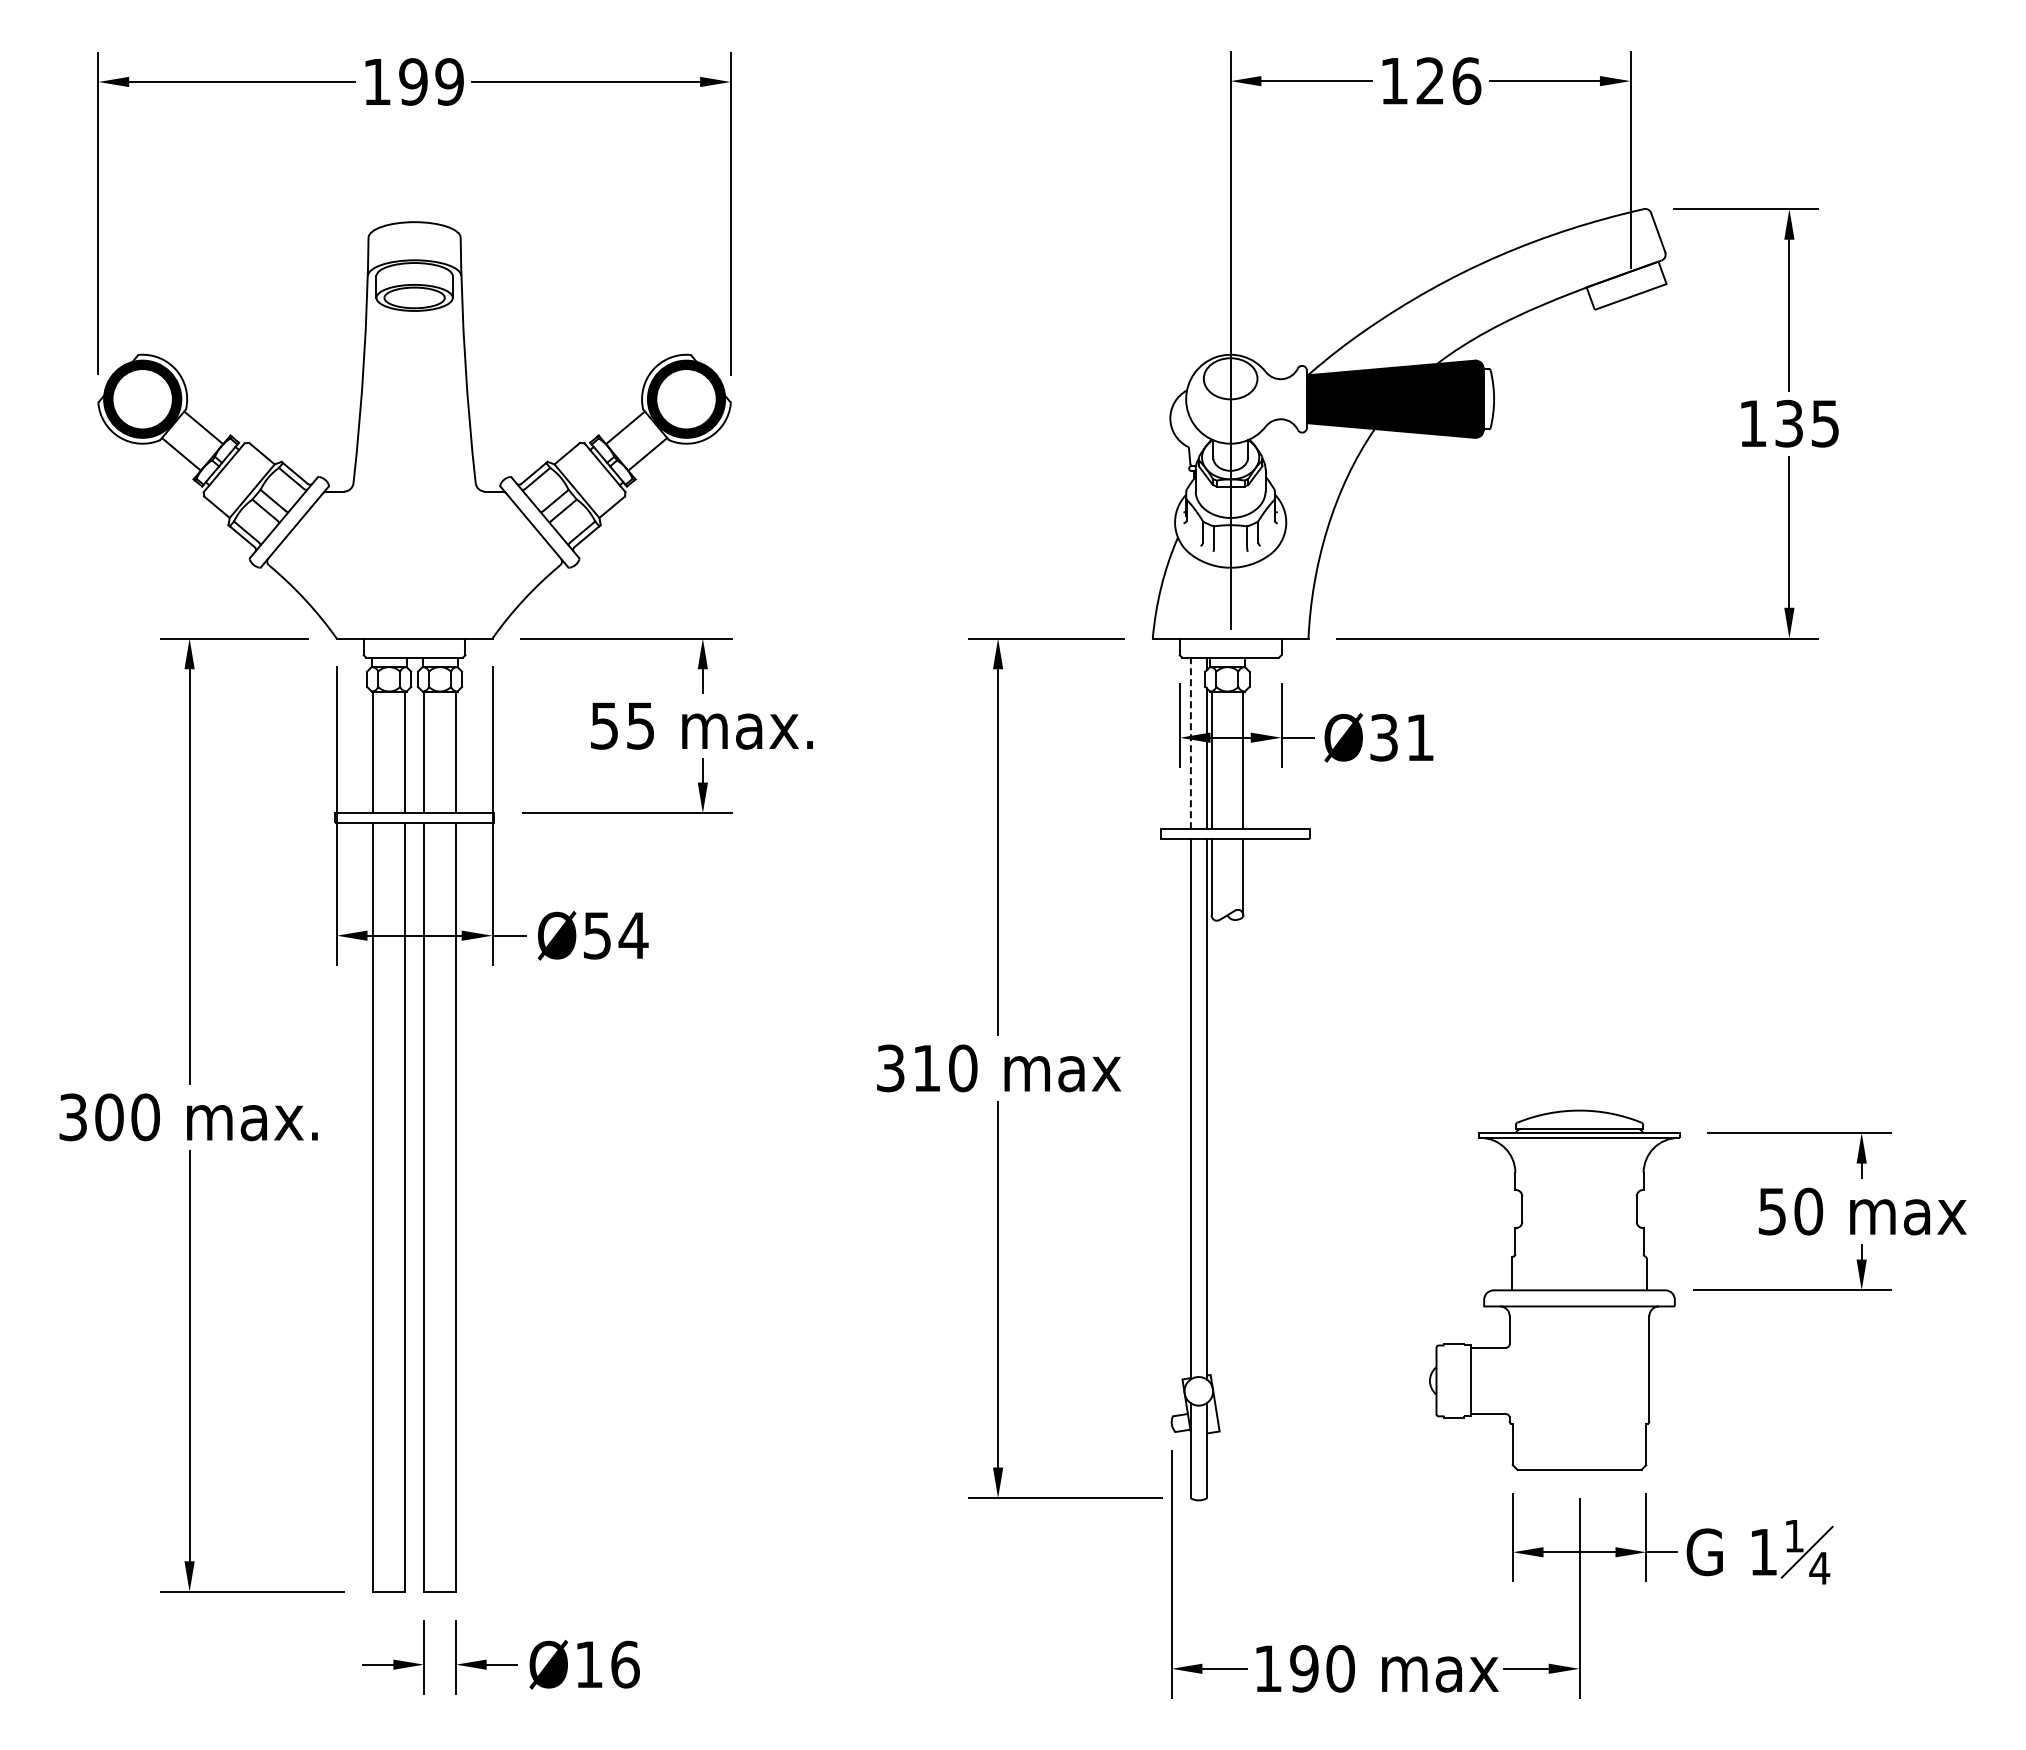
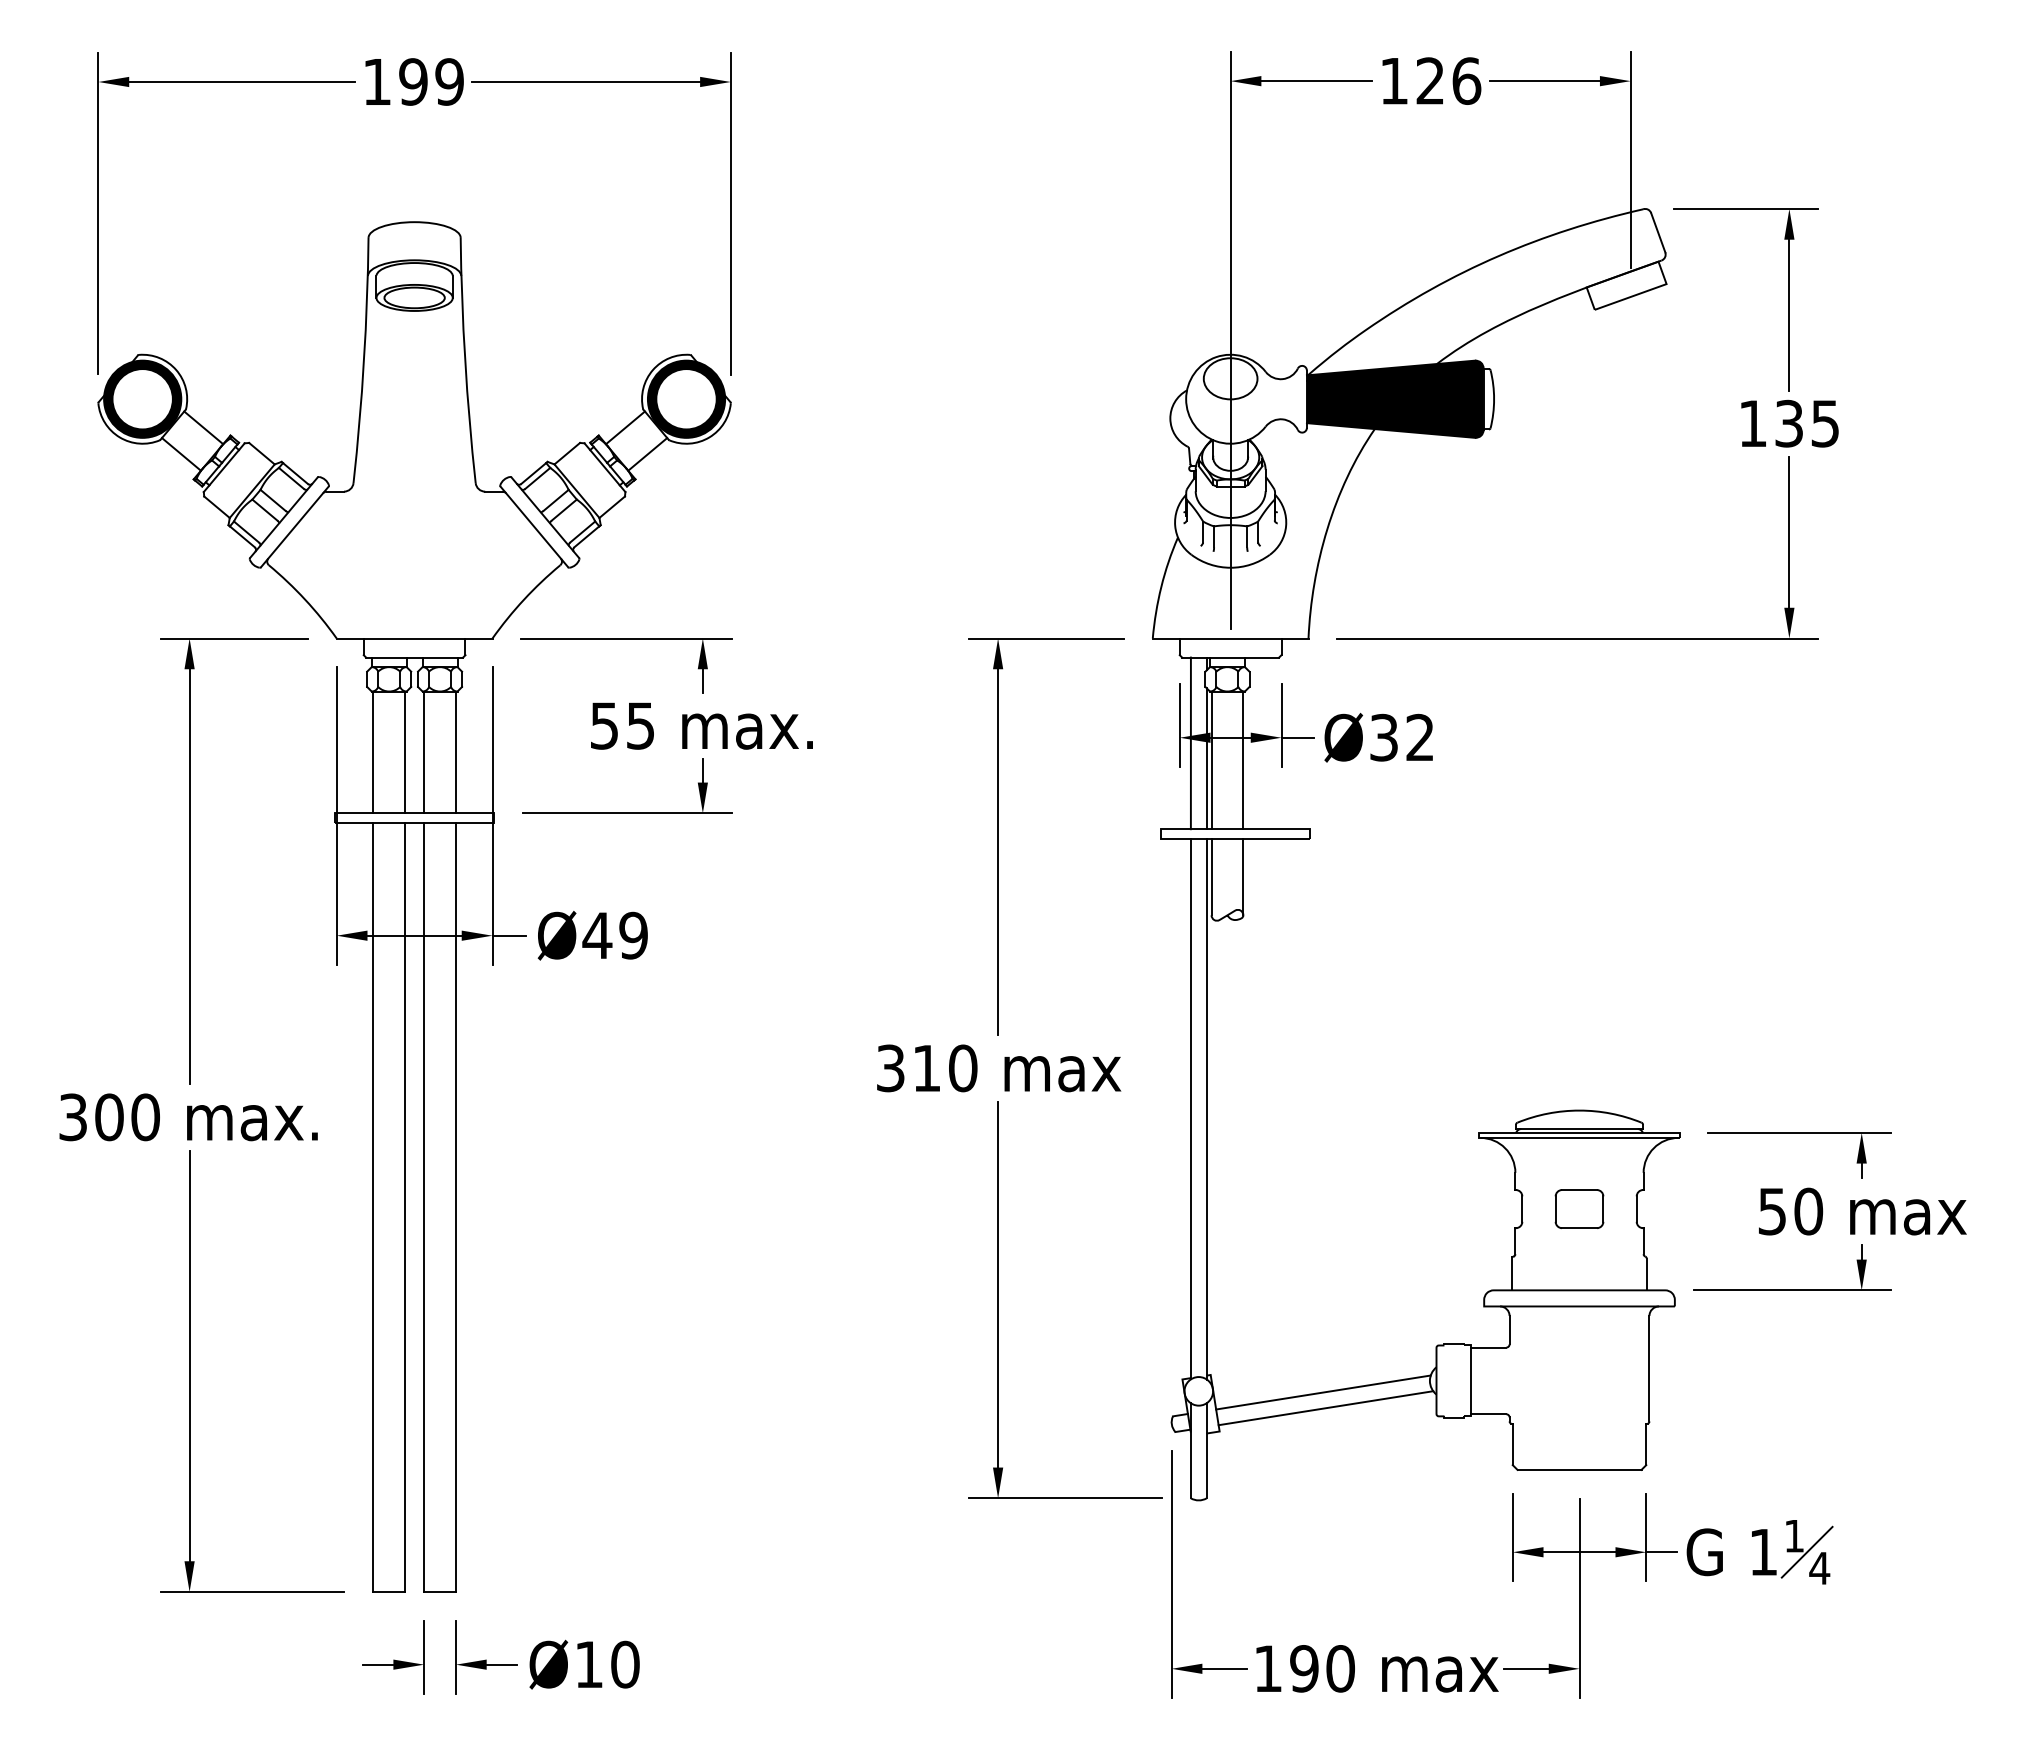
text at (1419, 736): Ø31 -> Ø32
line at (1190, 743): dashed -> solid
text at (615, 935): Ø54 -> Ø49
part at (1579, 1208): none -> present
line at (1323, 1392): none -> present
line at (1325, 1408): none -> present
text at (625, 1664): Ø16 -> Ø10
